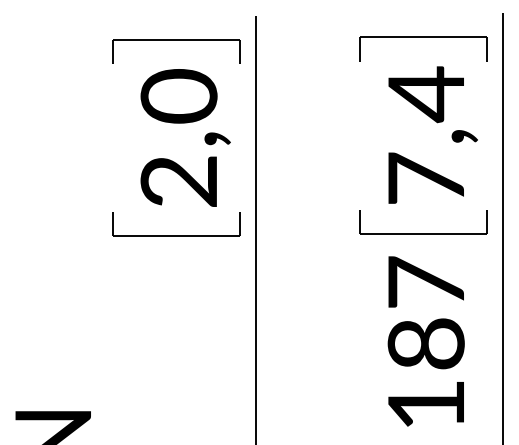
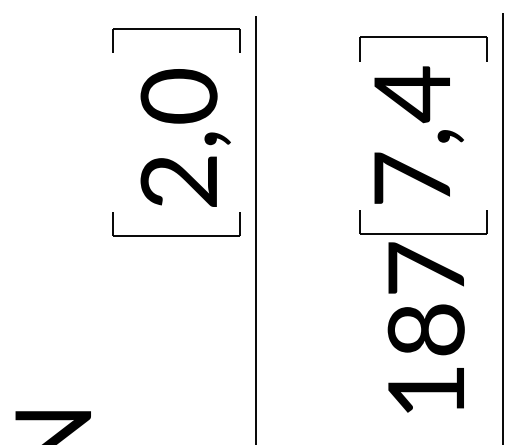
part at (176, 40) position: (176, 40) -> (176, 29)
text at (432, 134) position: (432, 134) -> (418, 134)
text at (425, 341) position: (425, 341) -> (425, 327)
